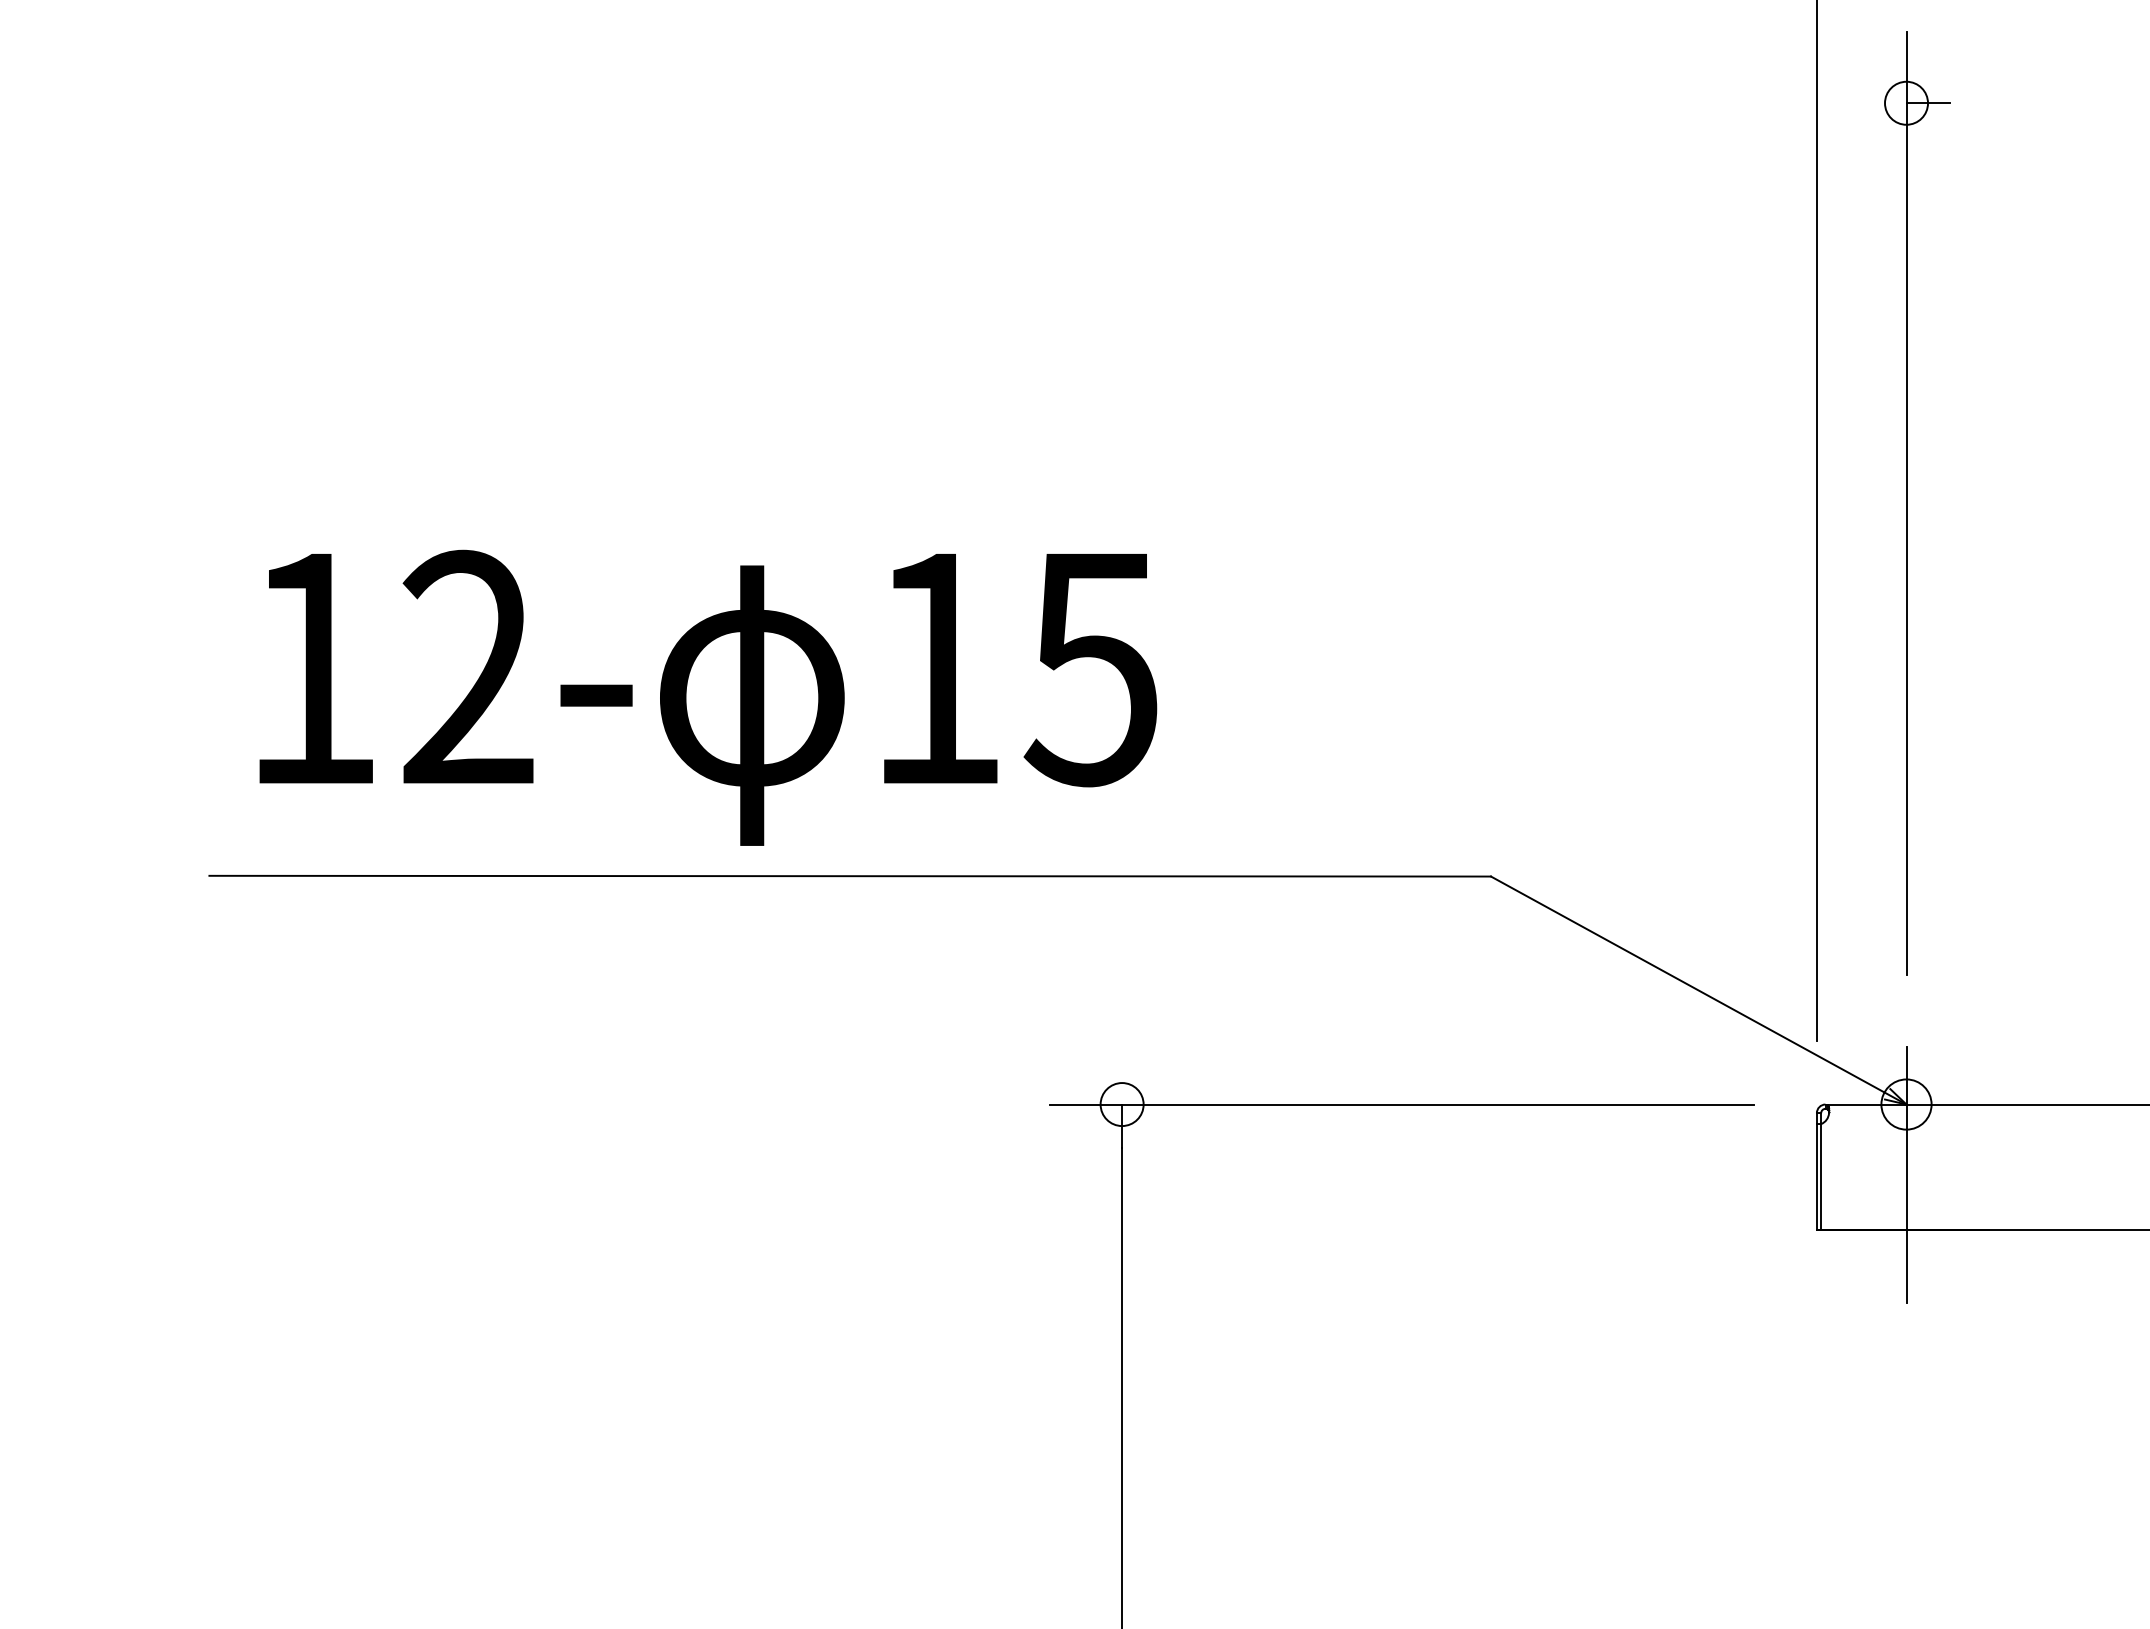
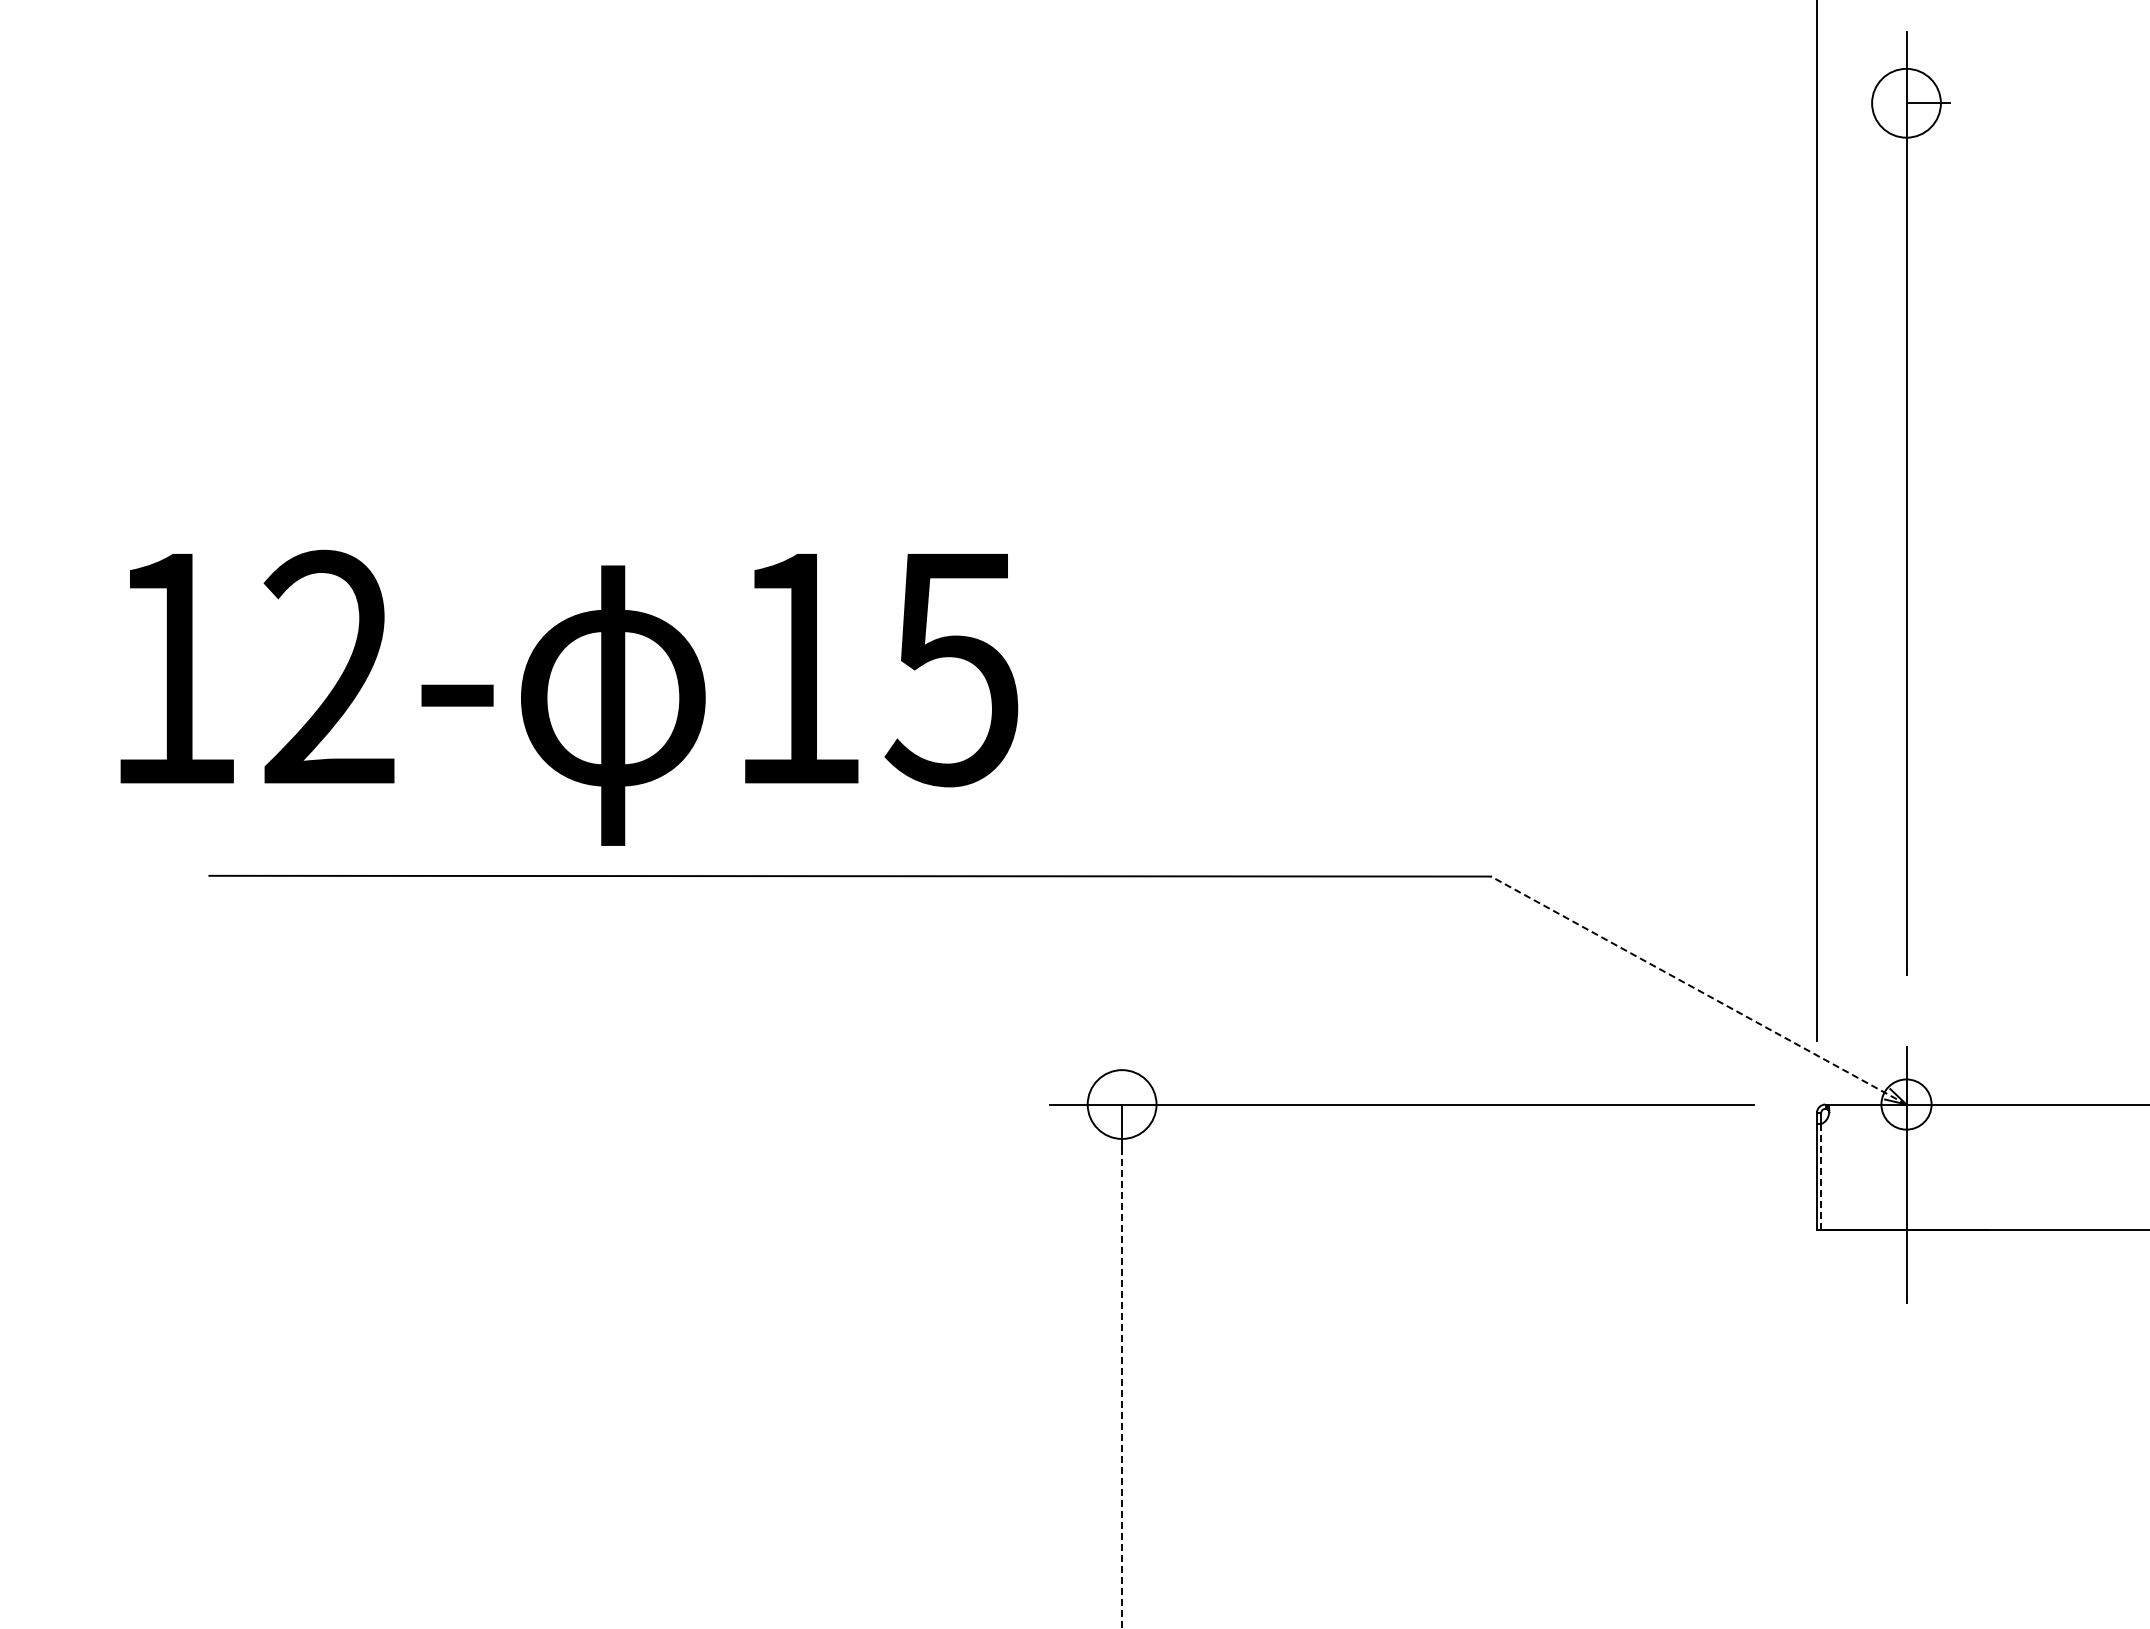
circle at (1906, 102) diameter: 43 px -> 69 px
text at (708, 697) position: (708, 697) -> (569, 697)
line at (1698, 990): solid -> dashed
circle at (1121, 1104) diameter: 43 px -> 69 px
line at (1821, 1177): solid -> dashed
line at (1122, 1388): solid -> dashed
